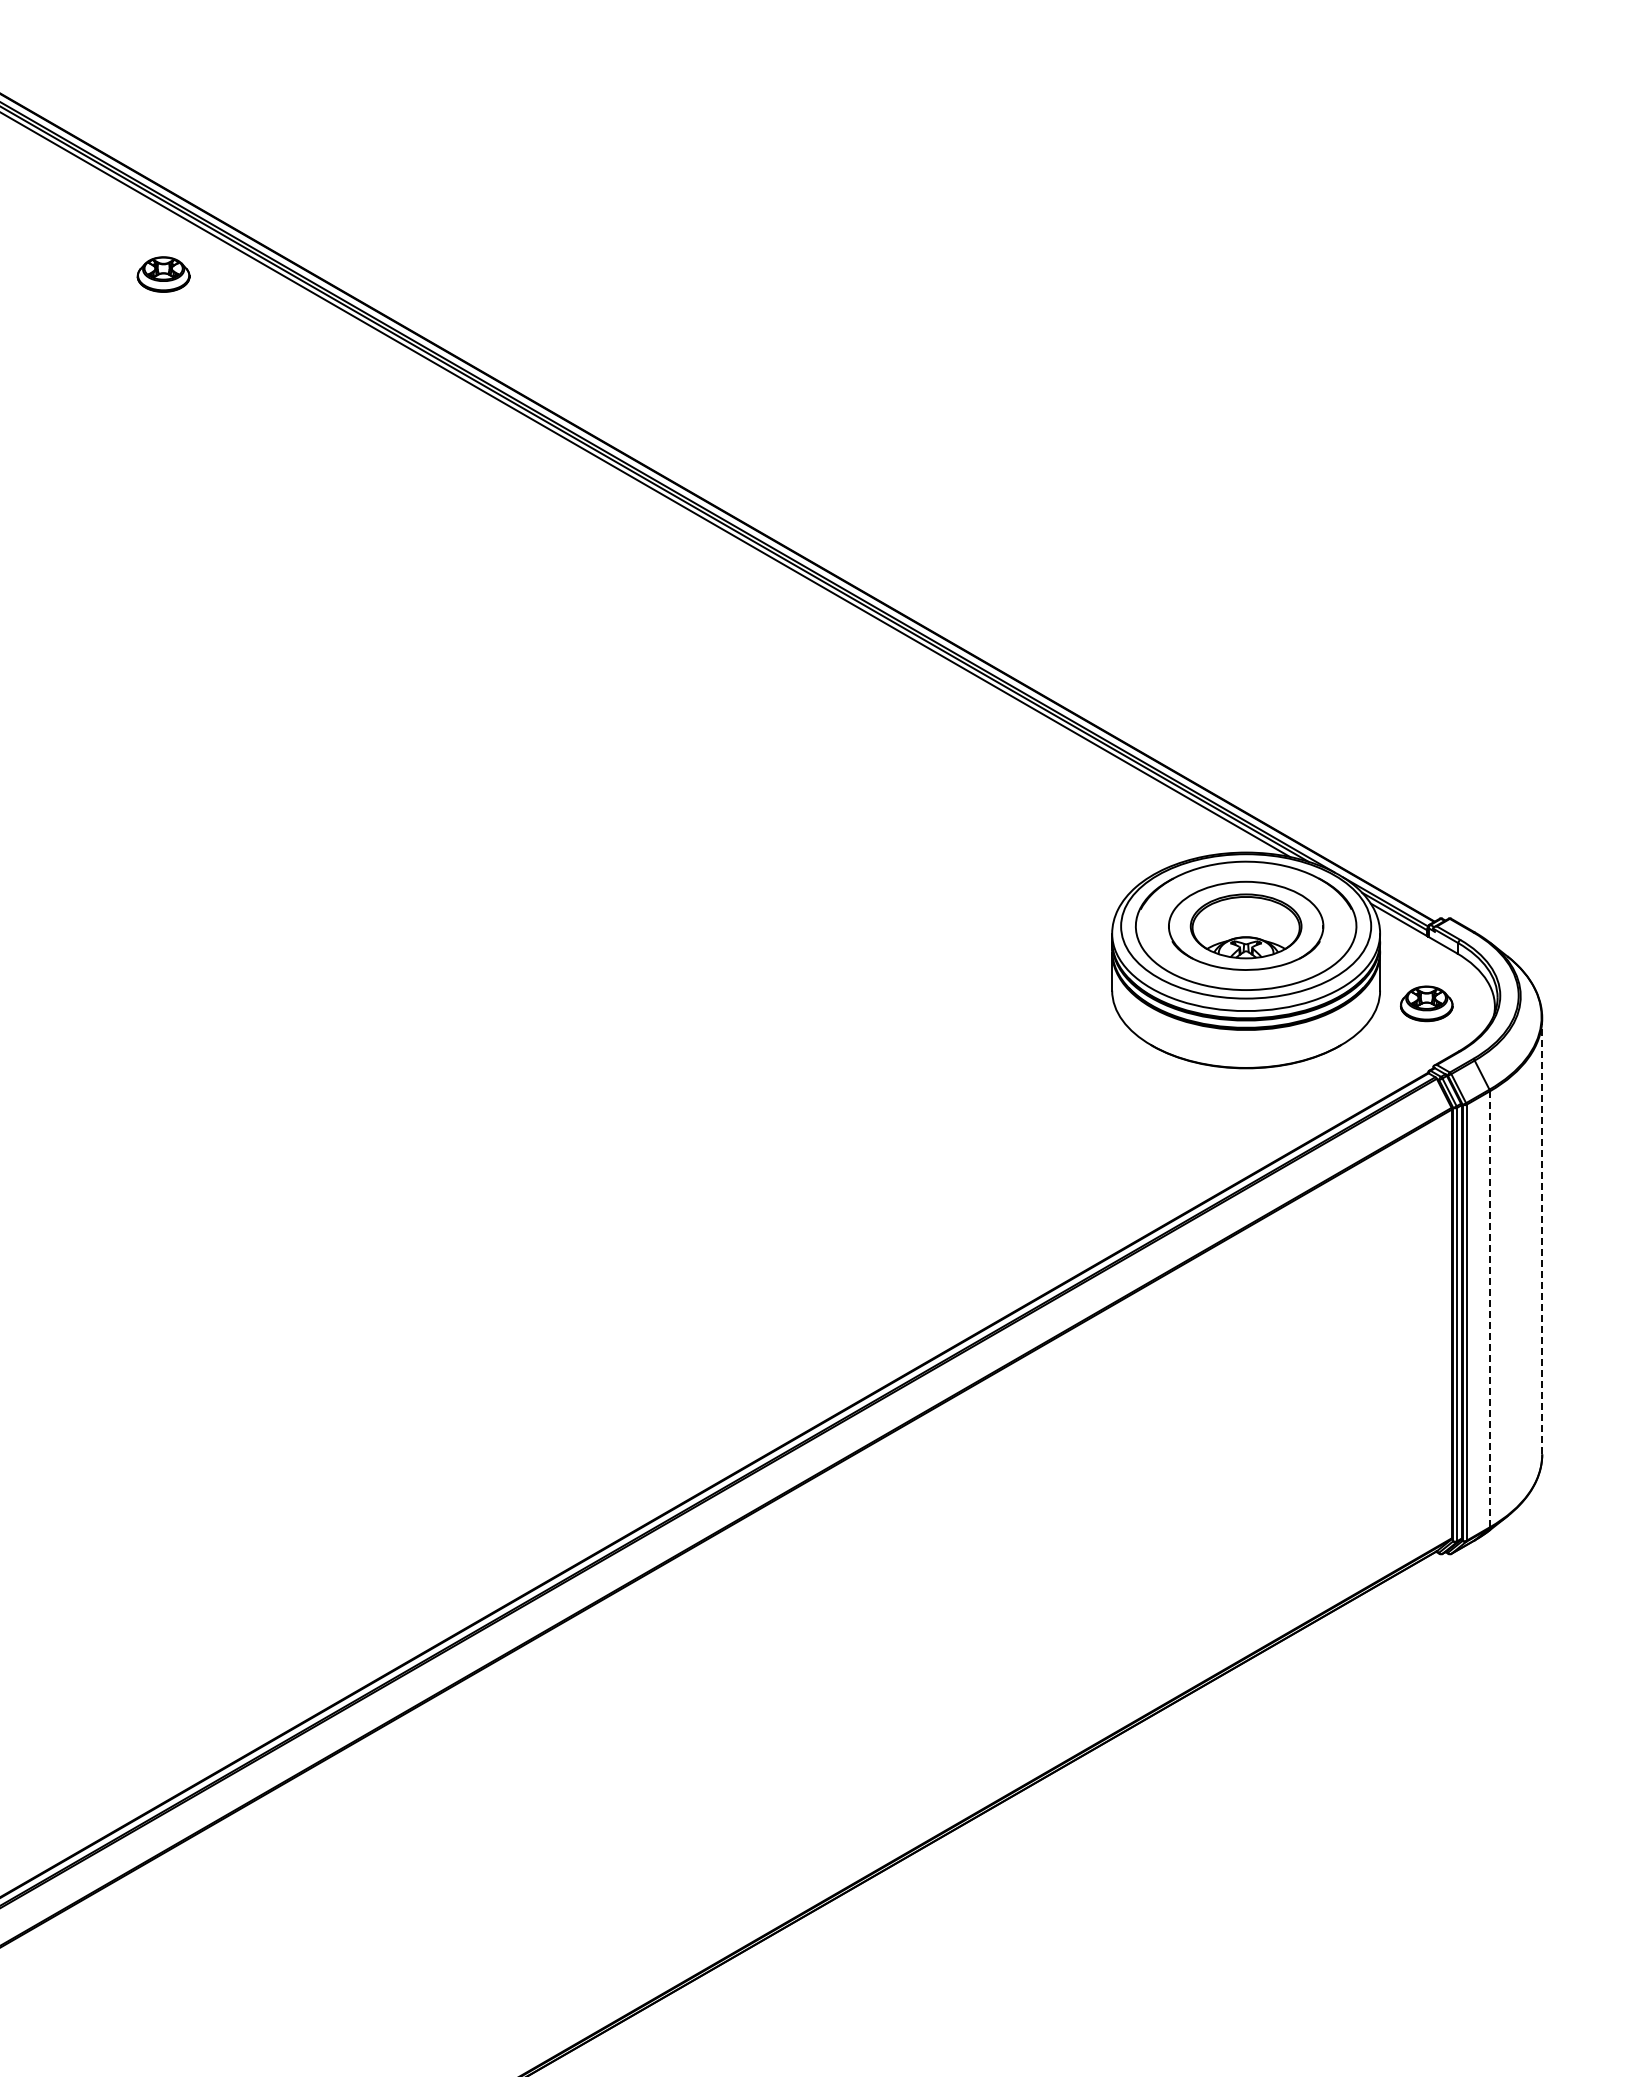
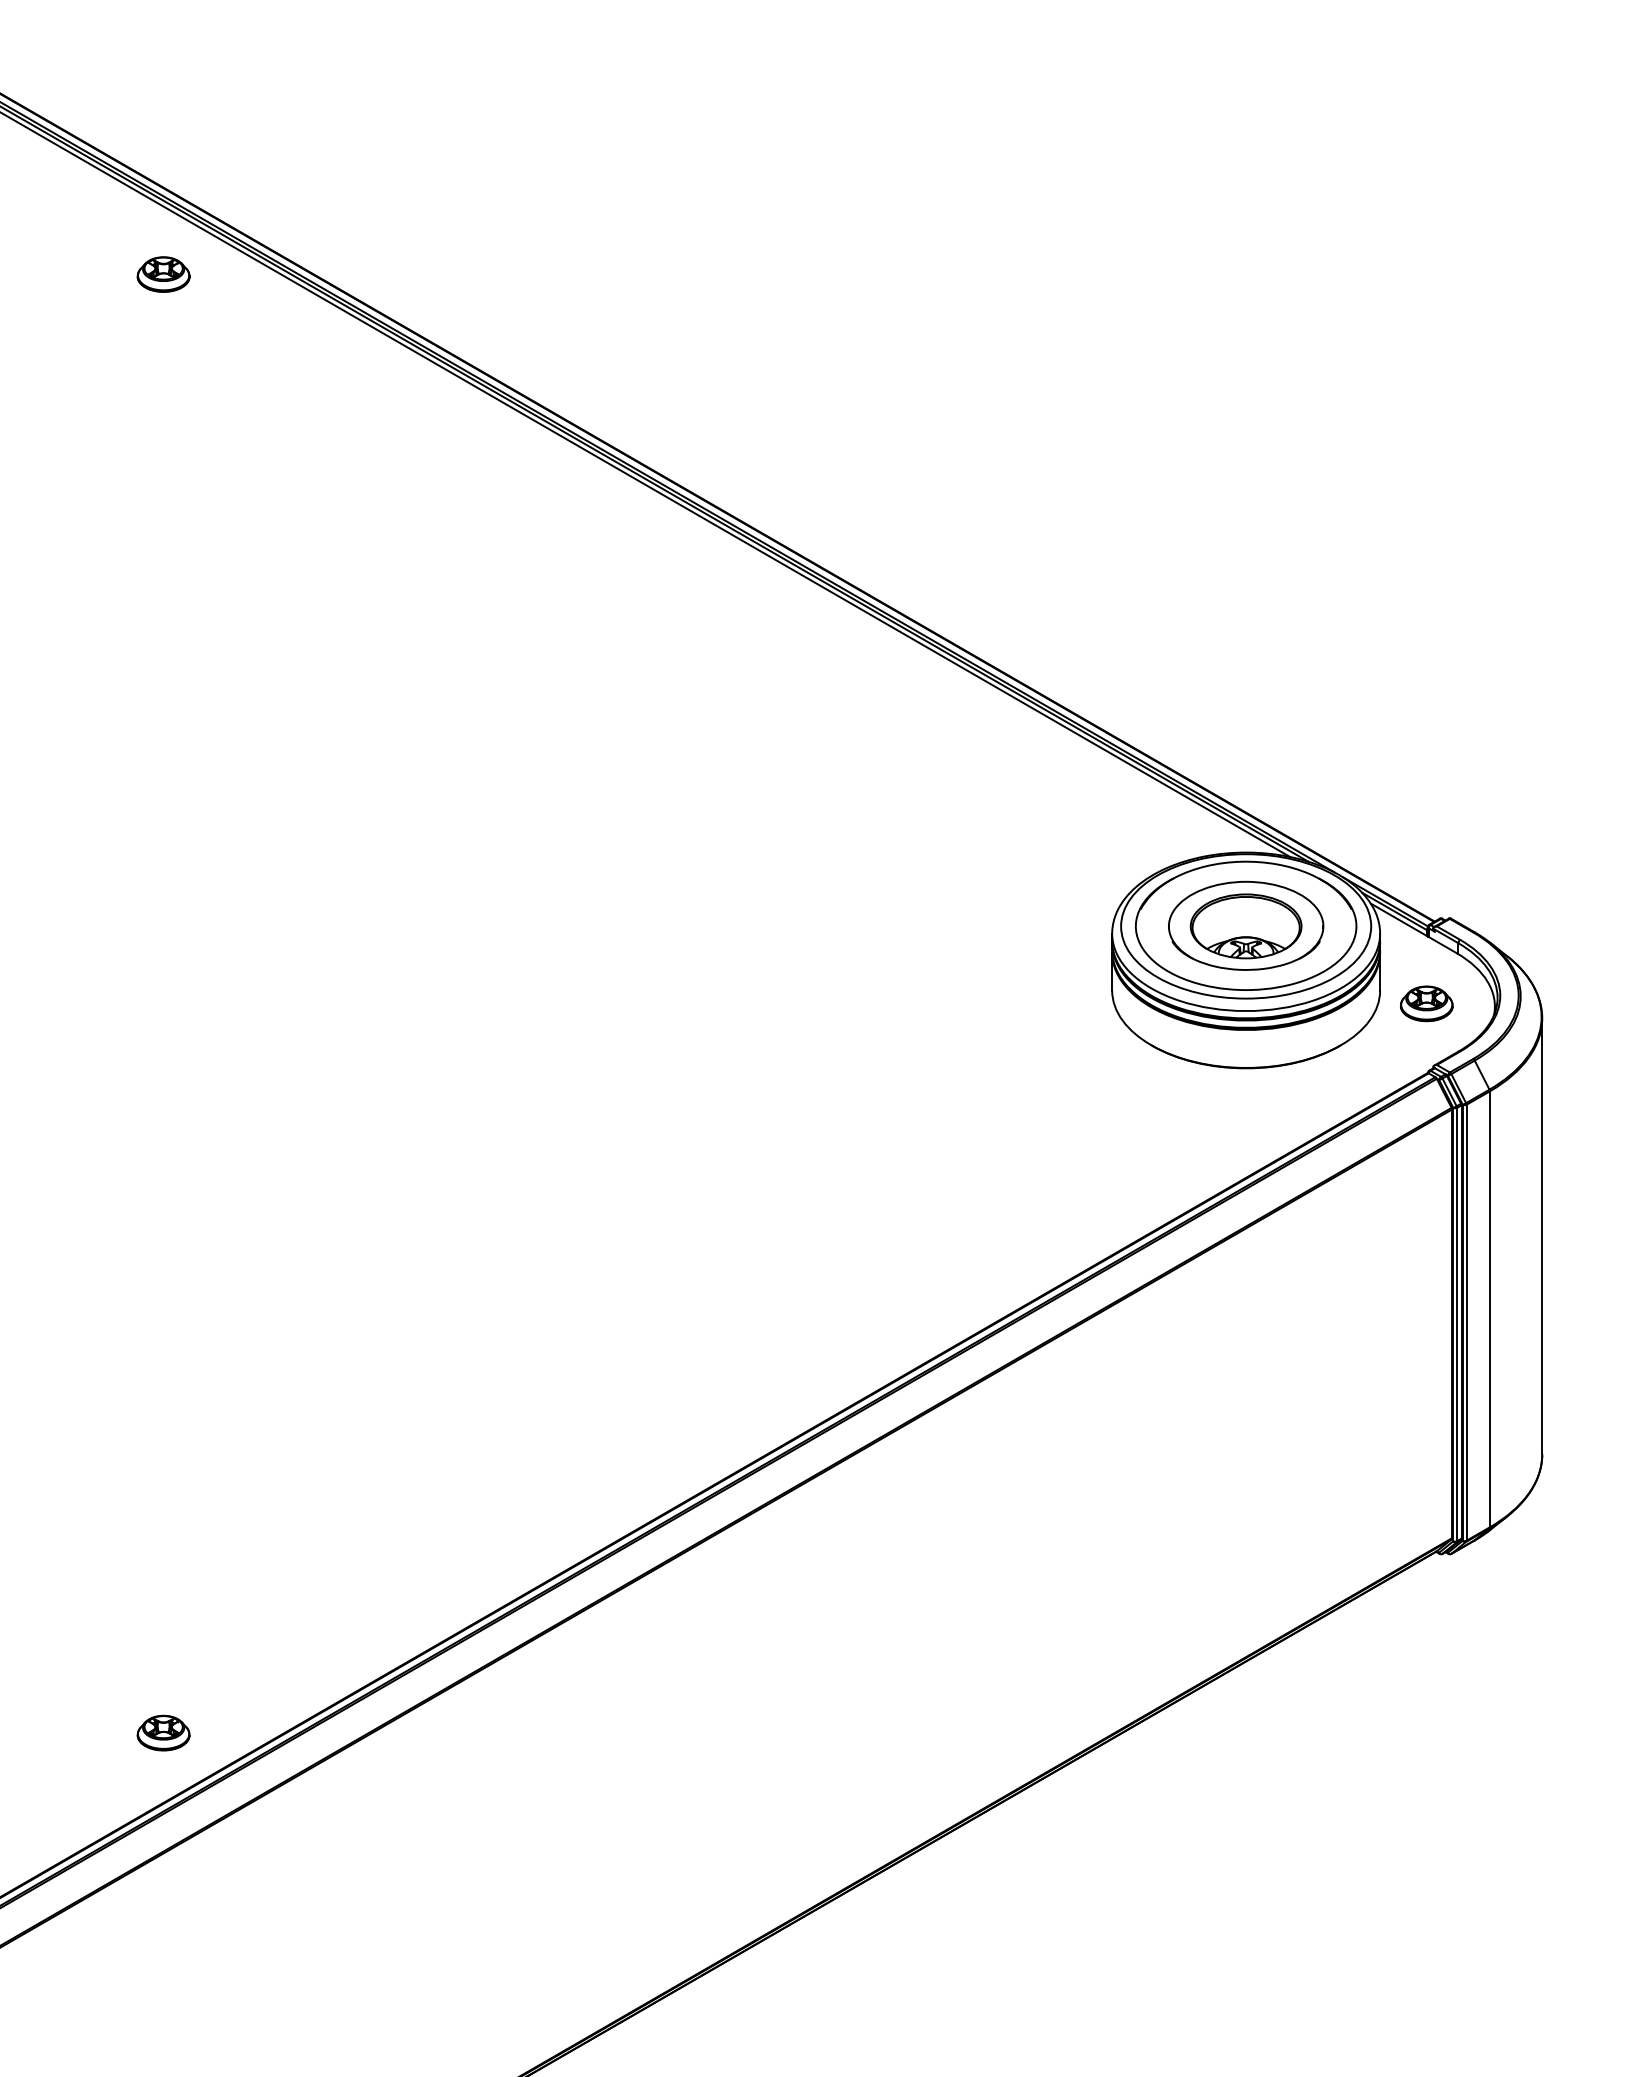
line at (1542, 1236): dashed -> solid
line at (1489, 1309): dashed -> solid
part at (163, 1732): none -> present
